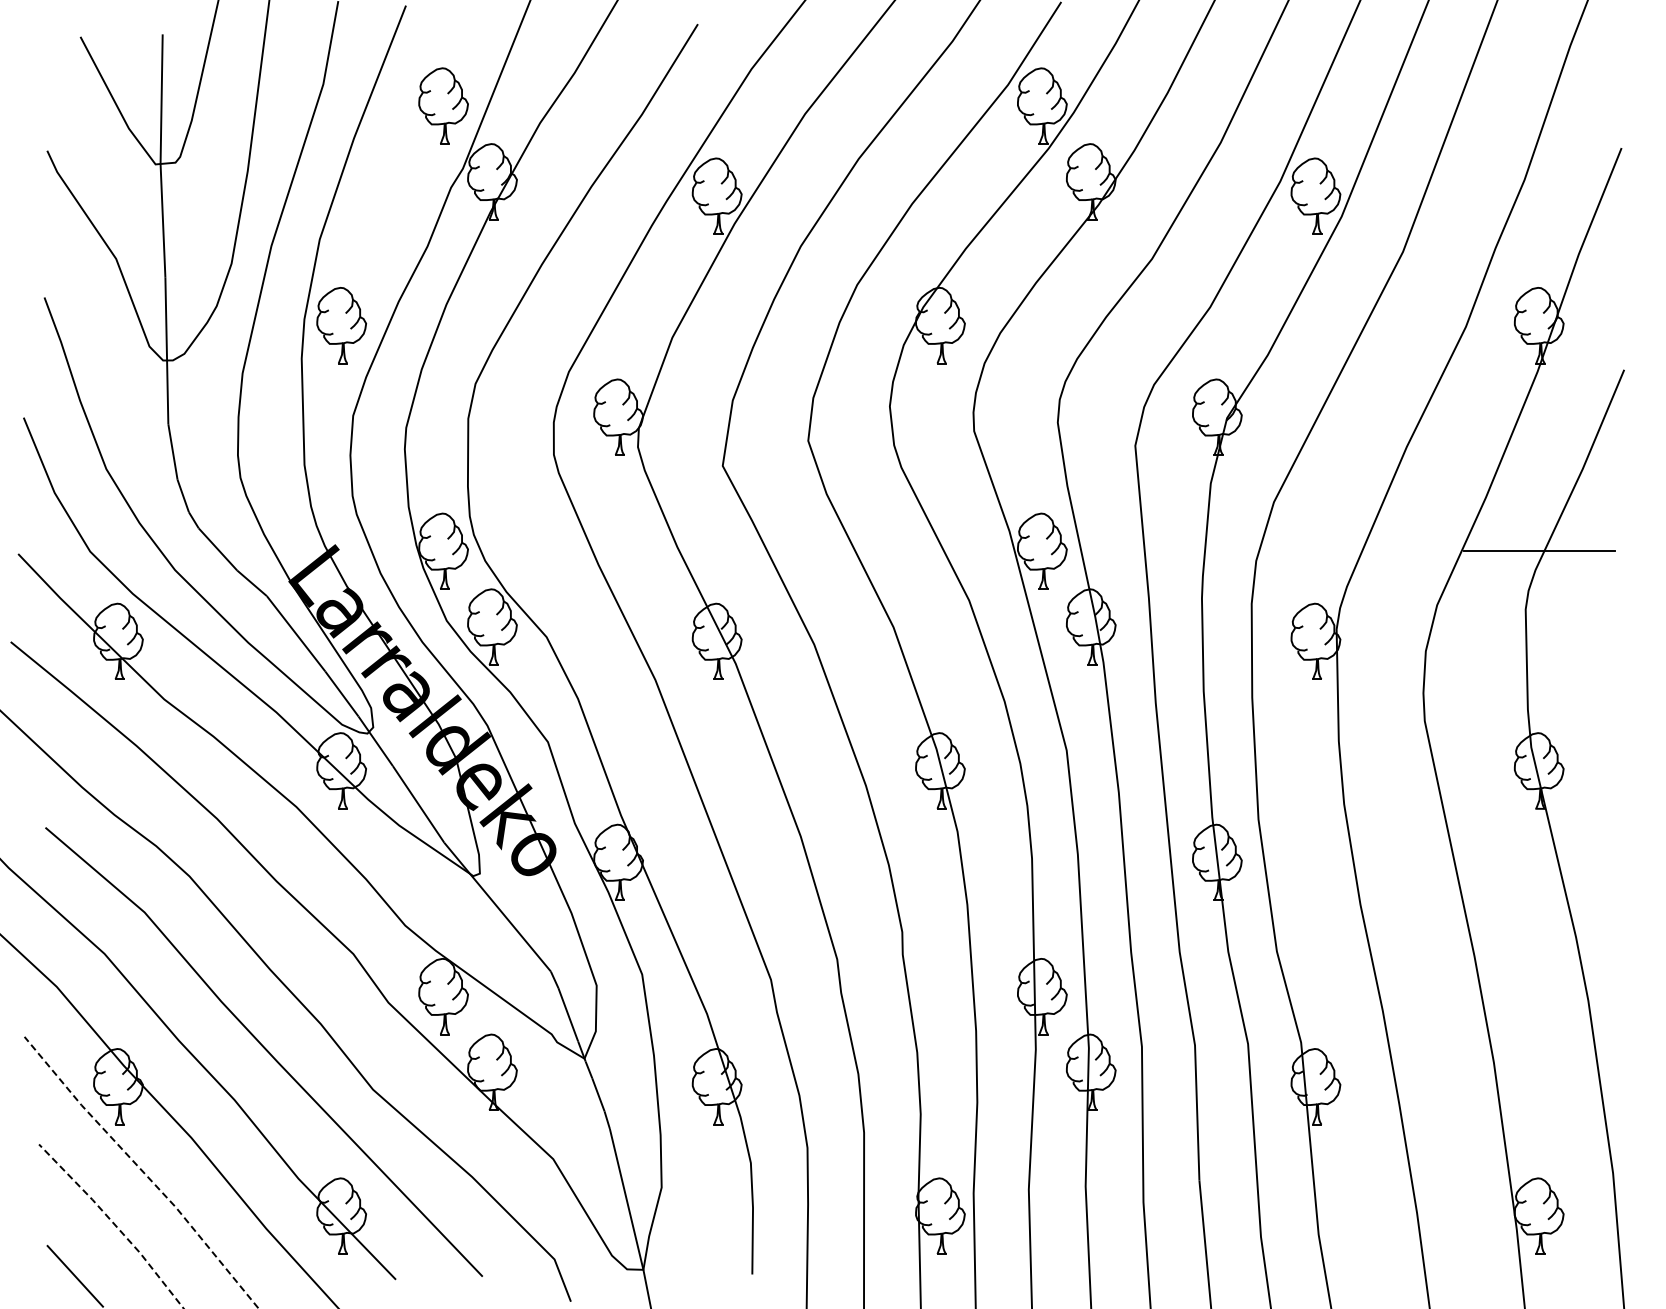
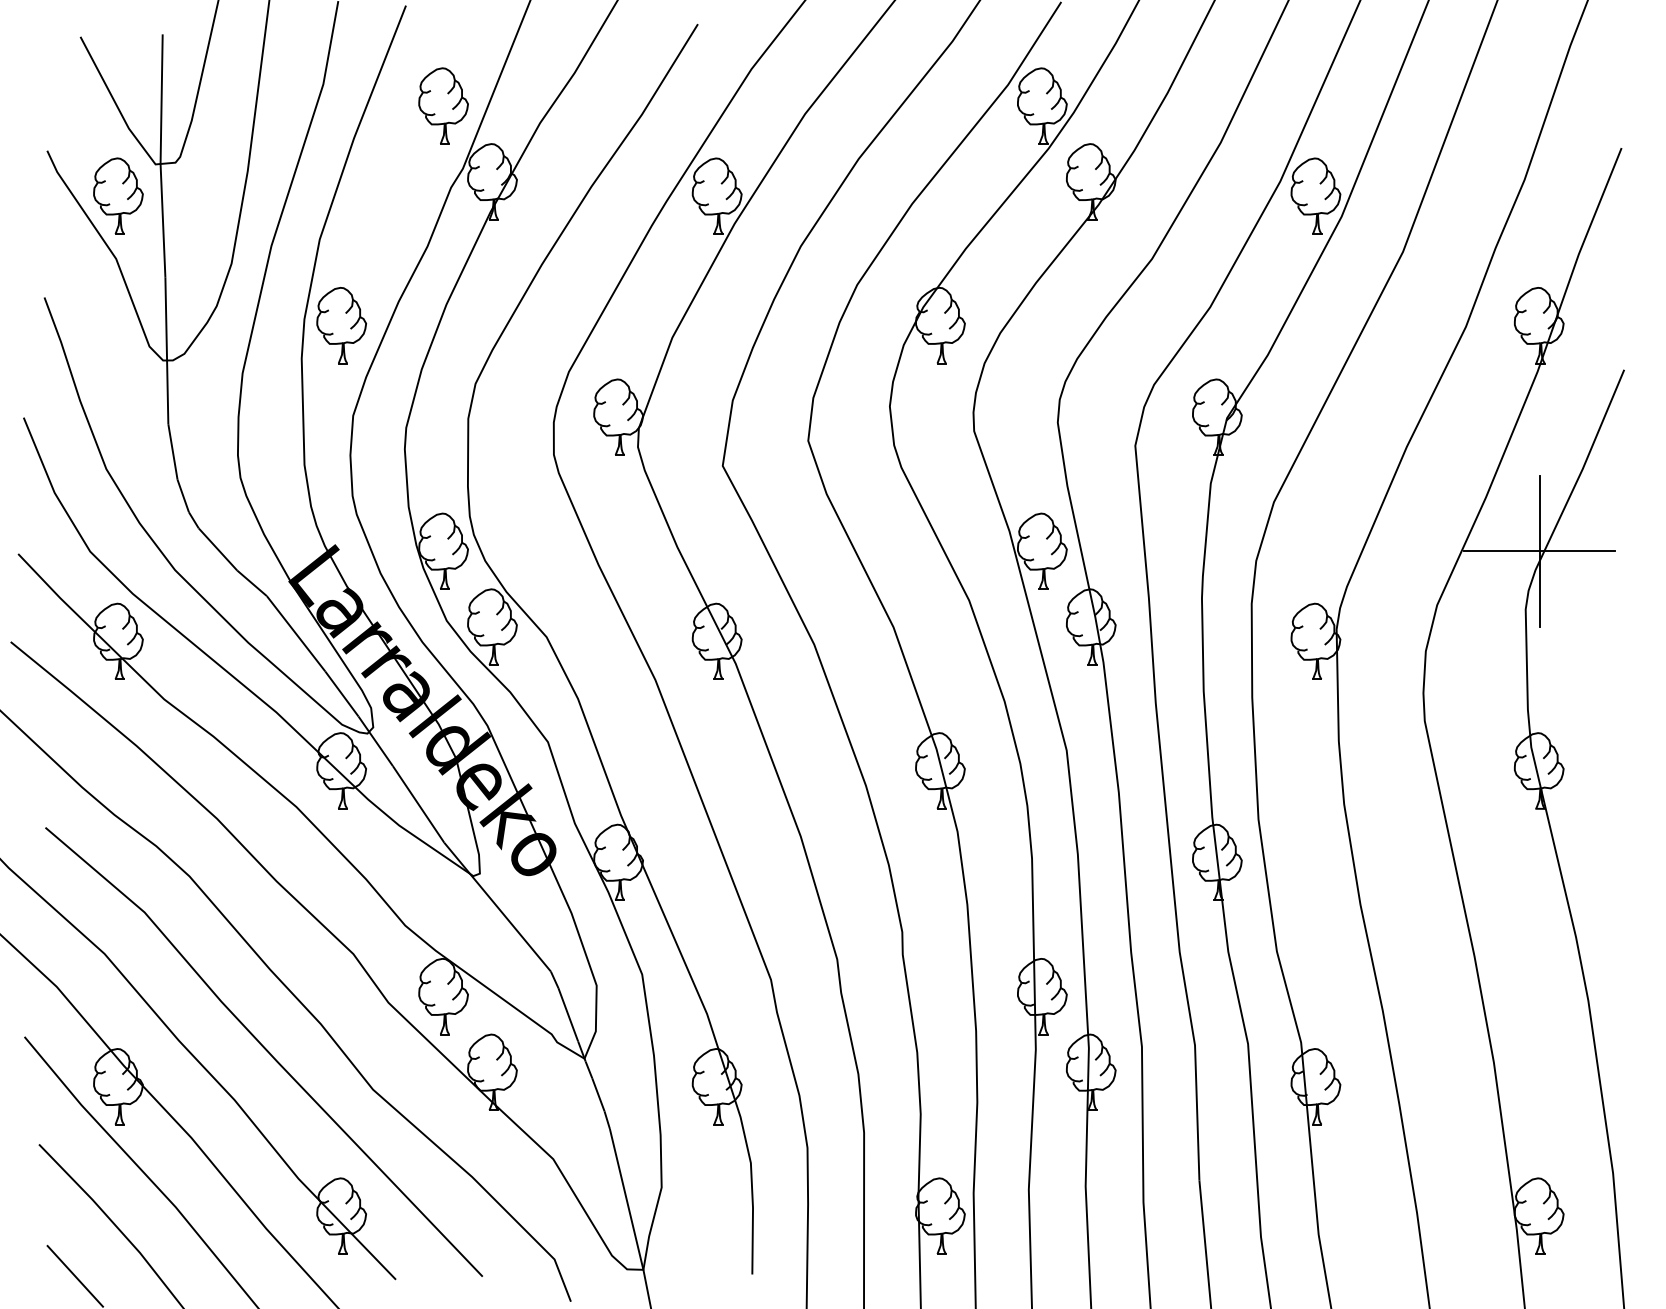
part at (118, 195): none -> present
line at (1539, 550): none -> present
line at (142, 1171): dashed -> solid
line at (114, 1224): dashed -> solid
